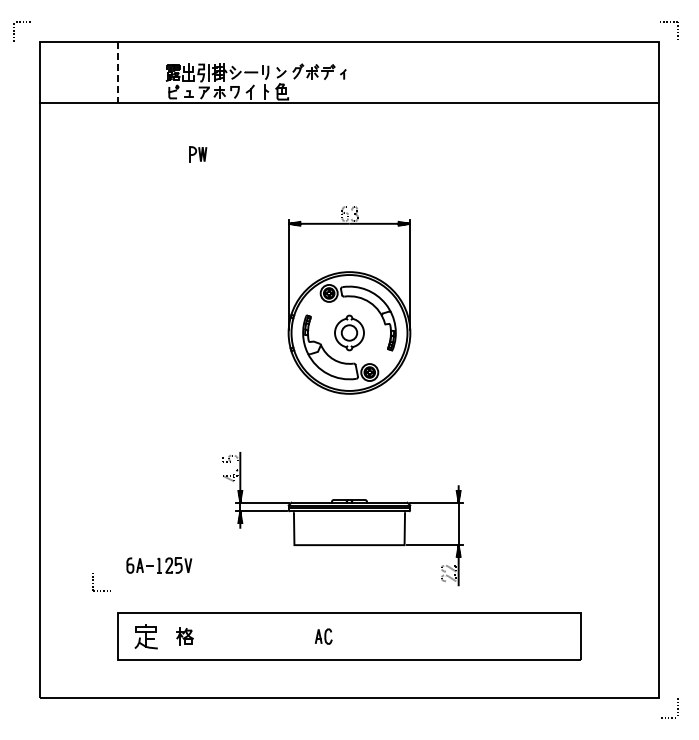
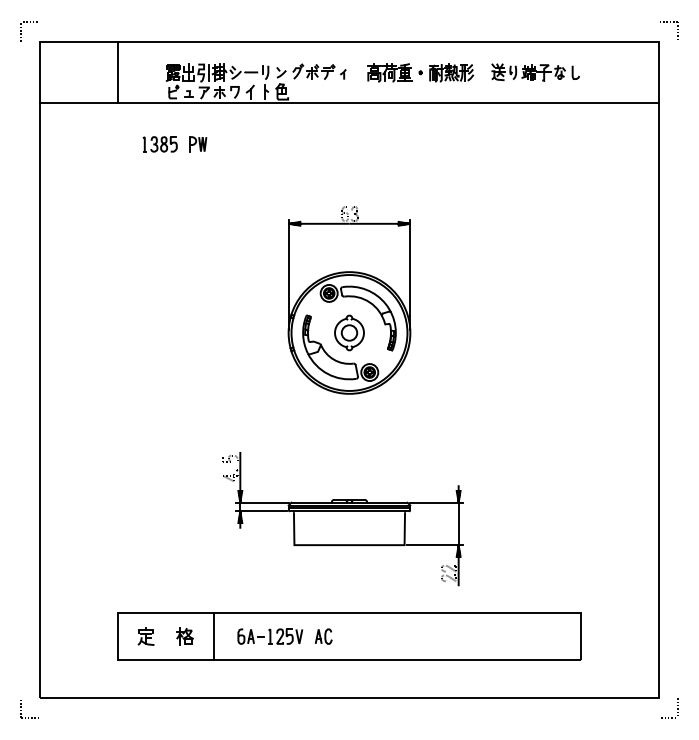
line at (14, 31) position: (14, 31) -> (21, 31)
line at (117, 72): dashed -> solid
part at (420, 72): none -> present
part at (535, 72): none -> present
part at (159, 144): none -> present
part at (198, 154) position: (198, 154) -> (198, 144)
part at (159, 565) position: (159, 565) -> (270, 636)
line at (93, 583) position: (93, 583) -> (21, 710)
part at (145, 636) size: 24x26 px -> 18x19 px
line at (214, 636): none -> present
